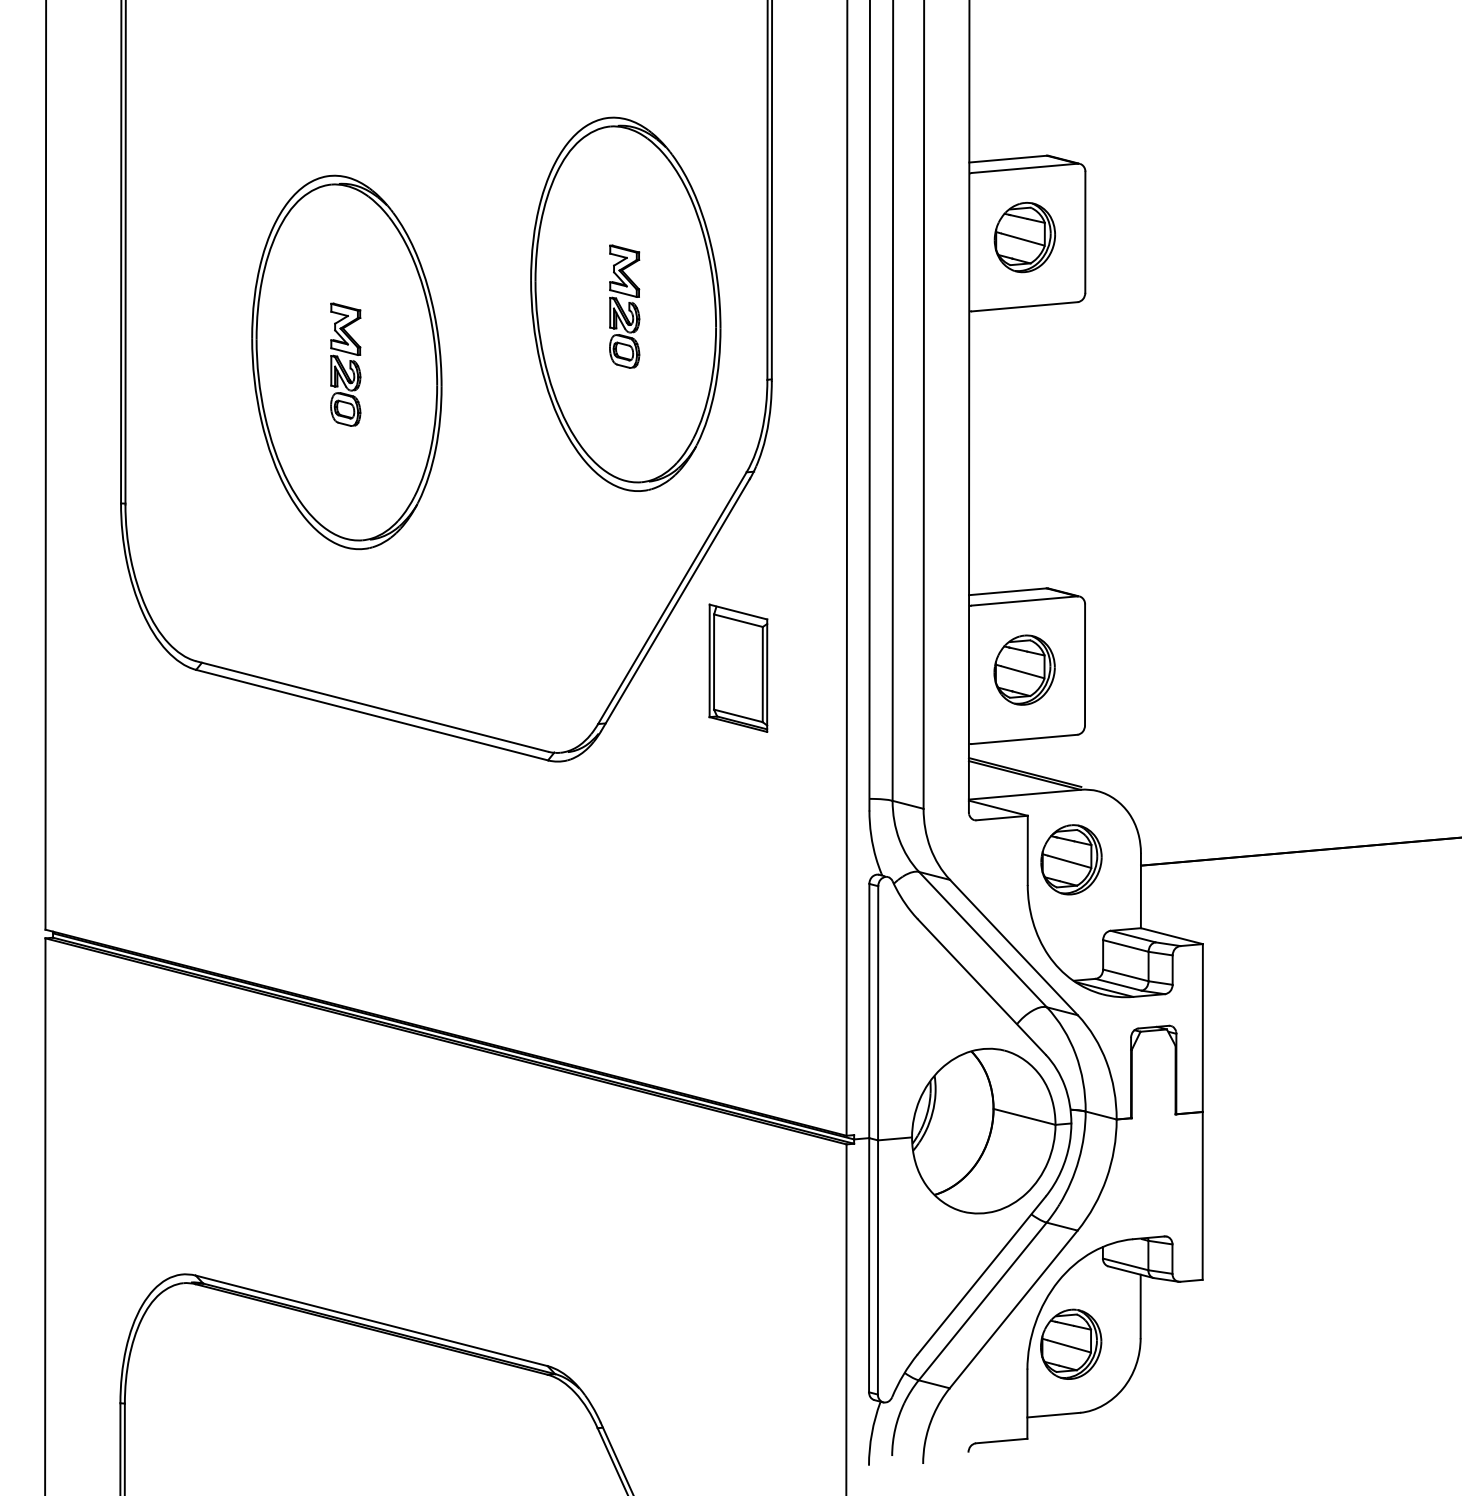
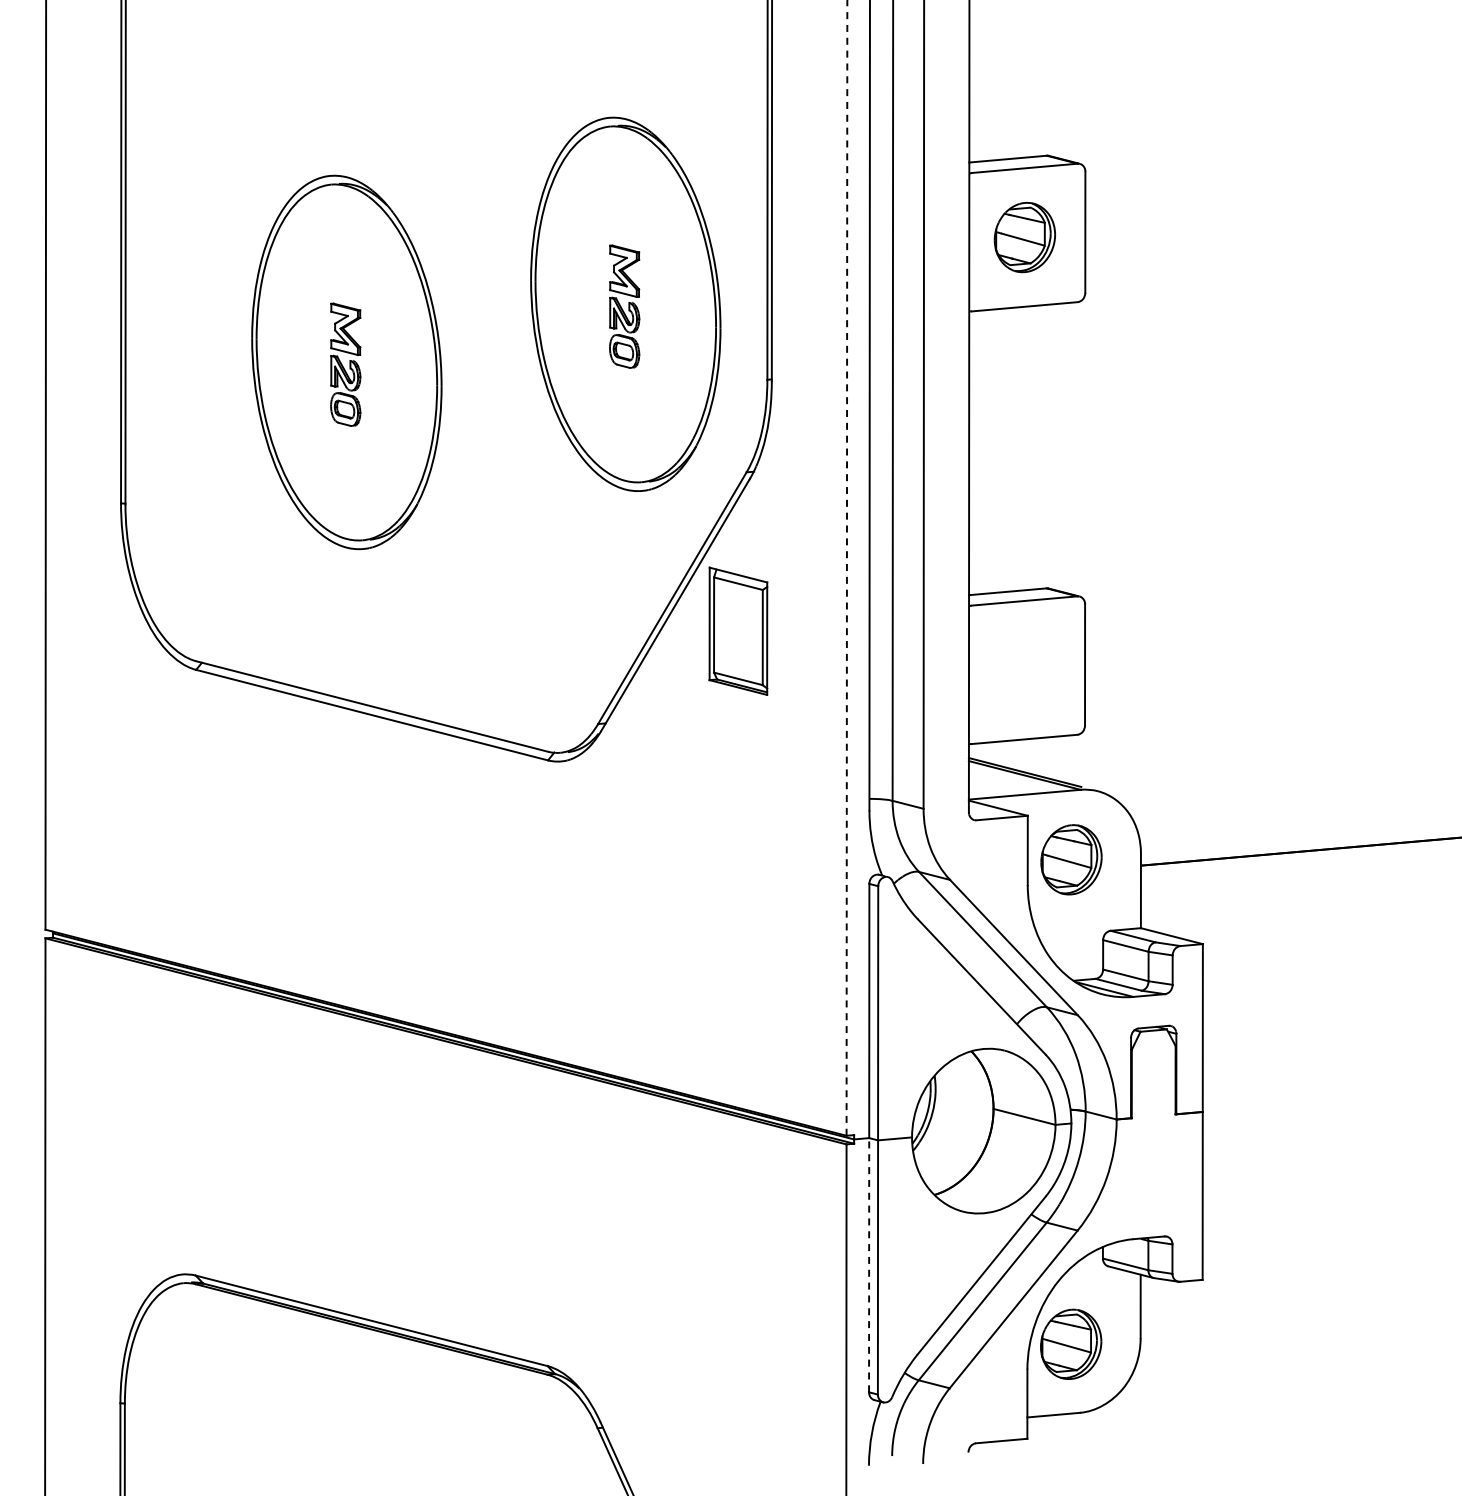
line at (846, 567): solid -> dashed
part at (738, 667) position: (738, 667) -> (738, 630)
part at (1024, 669): present -> none
line at (869, 1264): solid -> dashed
